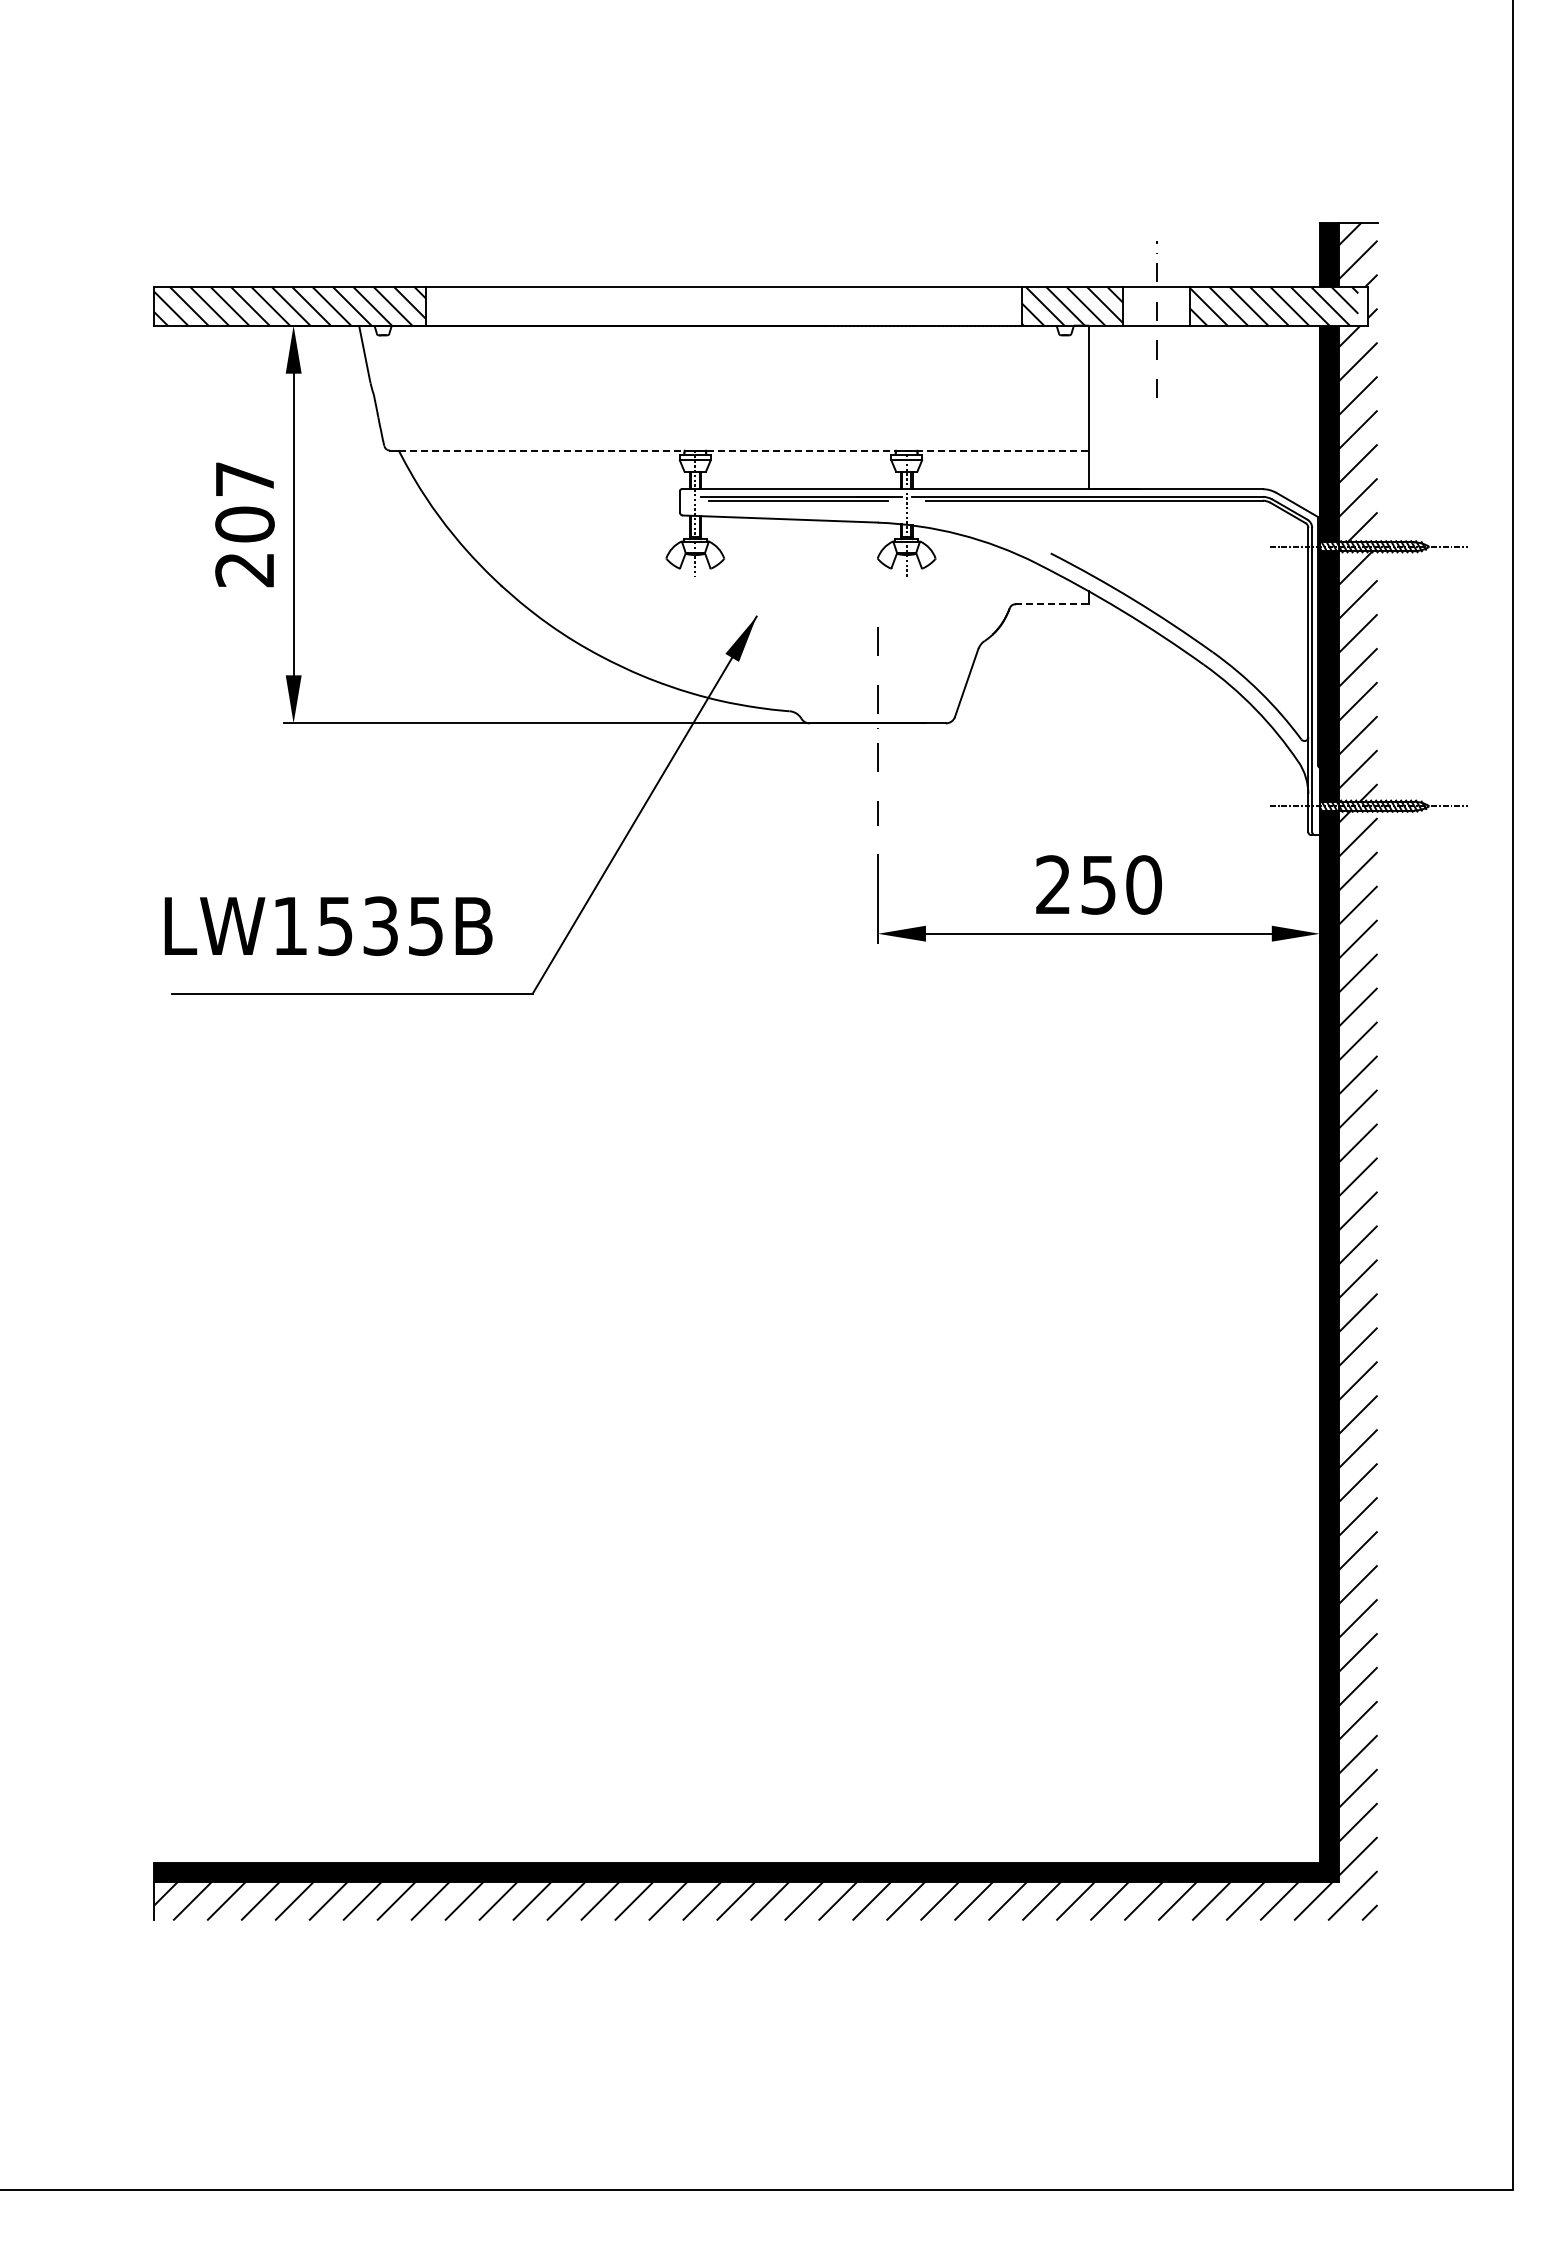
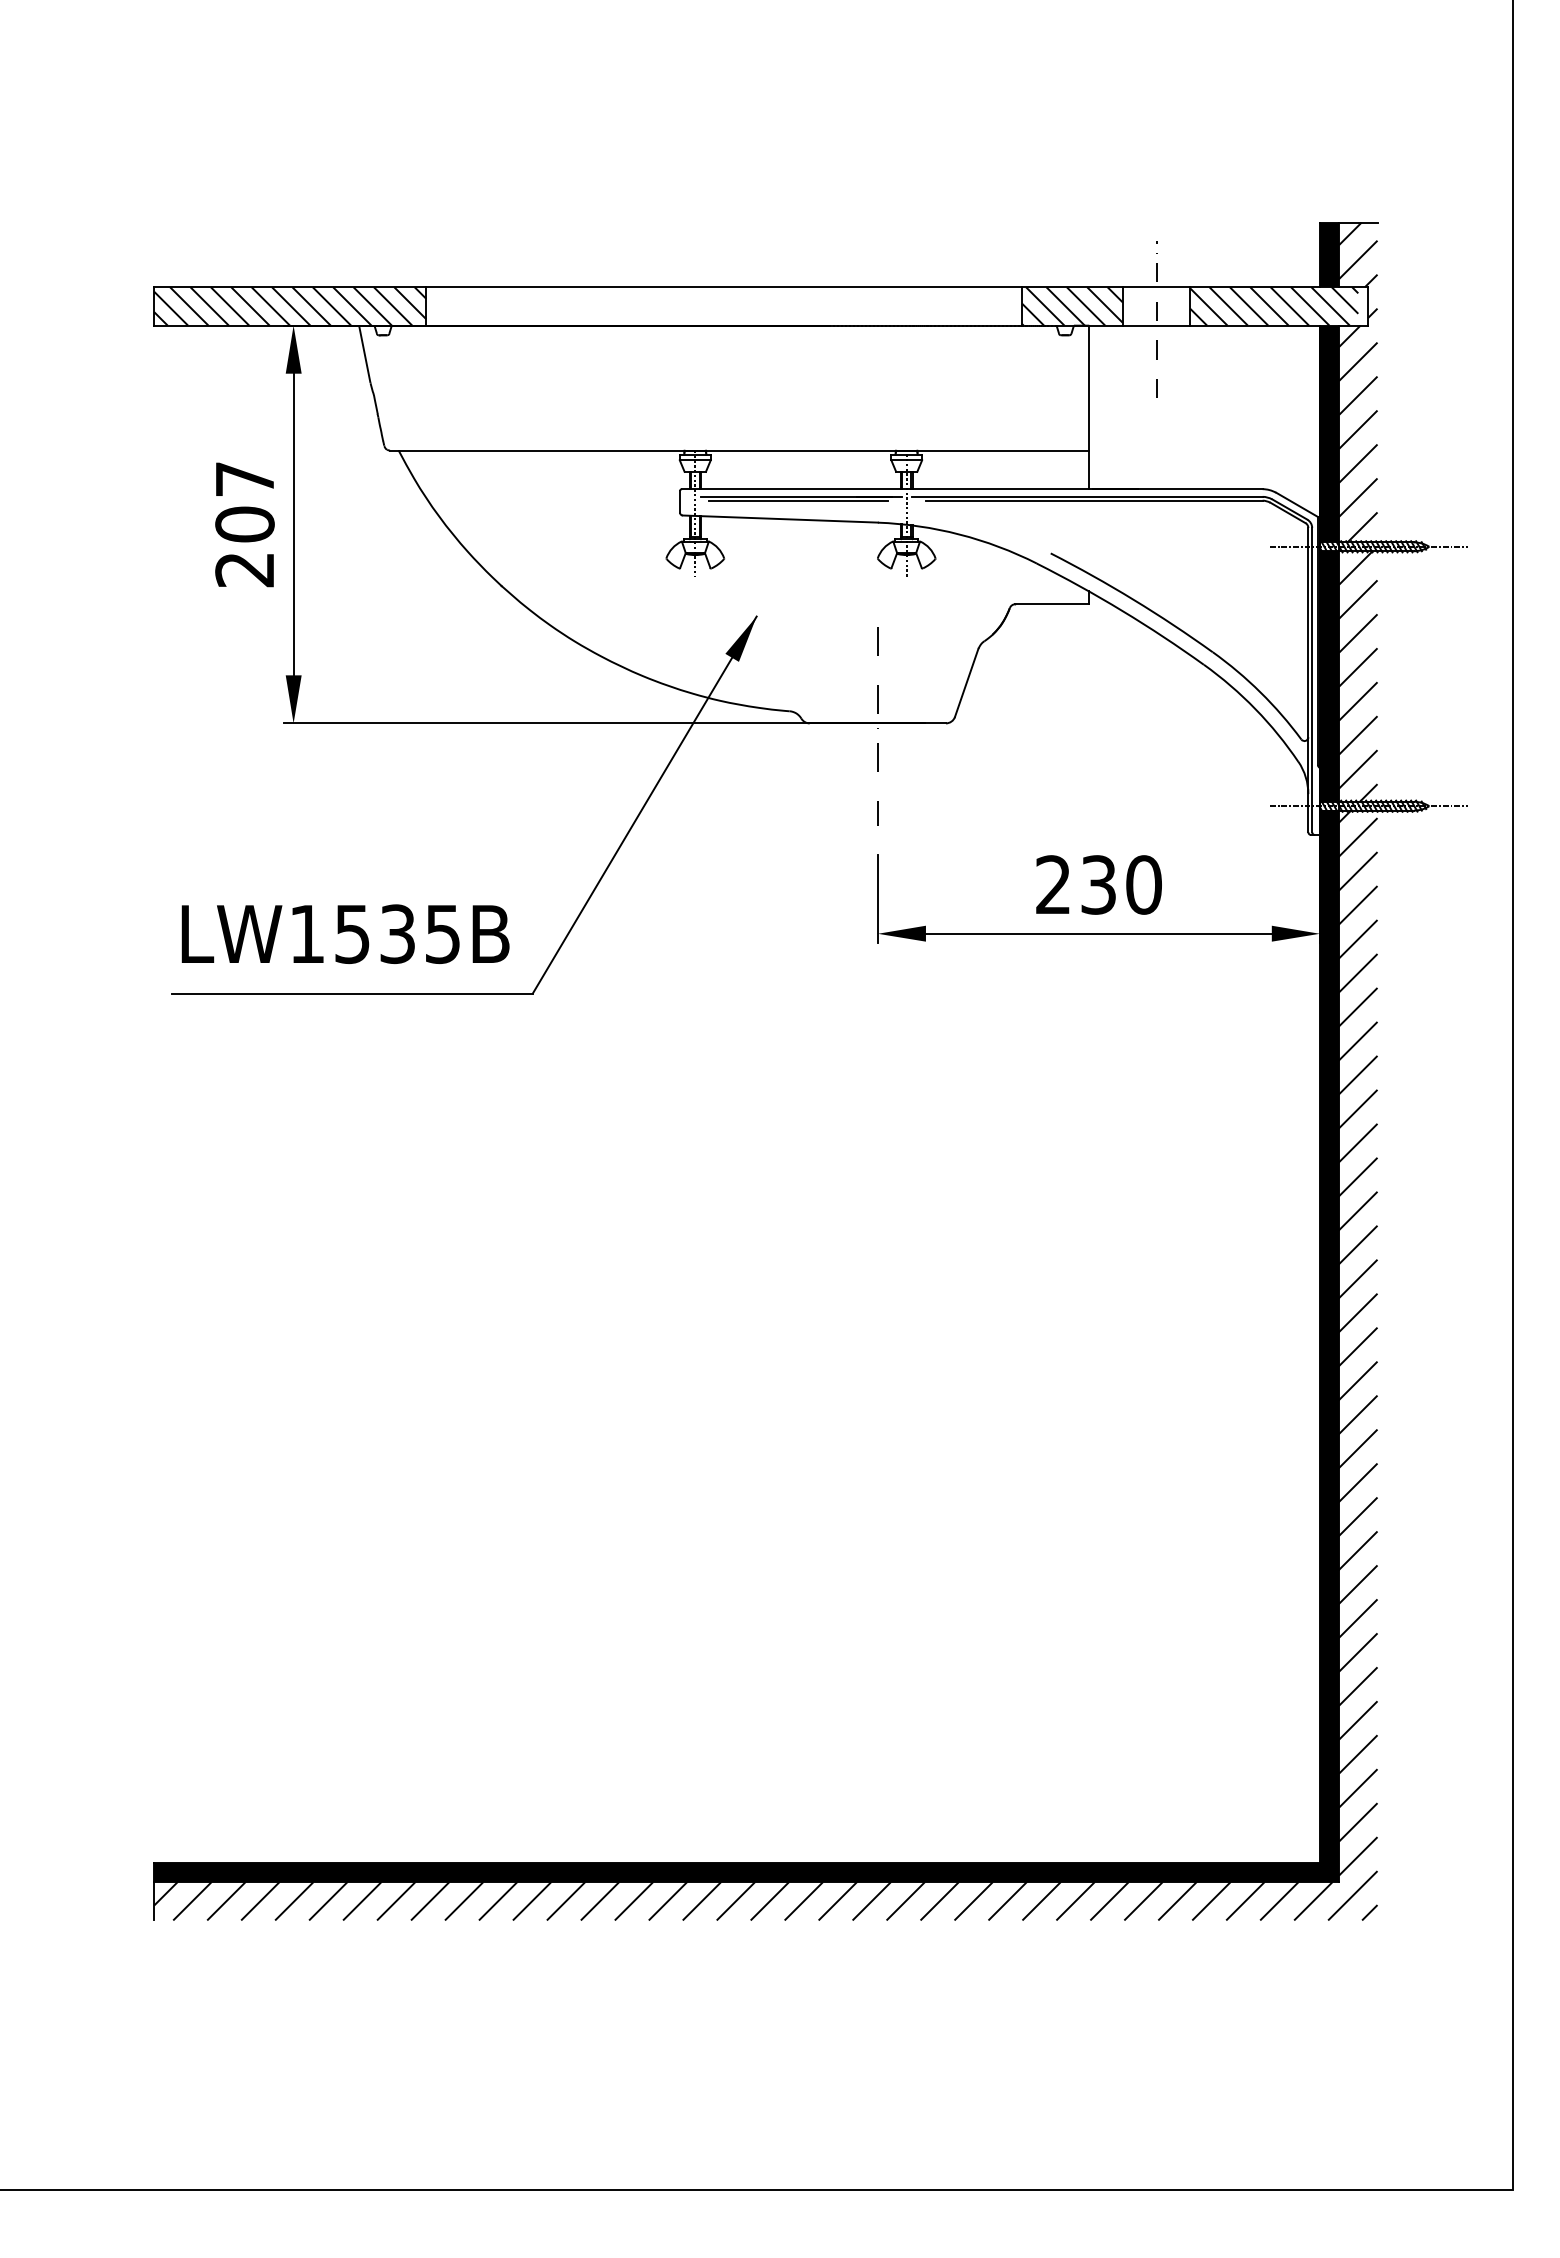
line at (744, 450): dashed -> solid
line at (1052, 604): dashed -> solid
text at (1098, 884): 250 -> 230
text at (328, 925) position: (328, 925) -> (345, 933)
